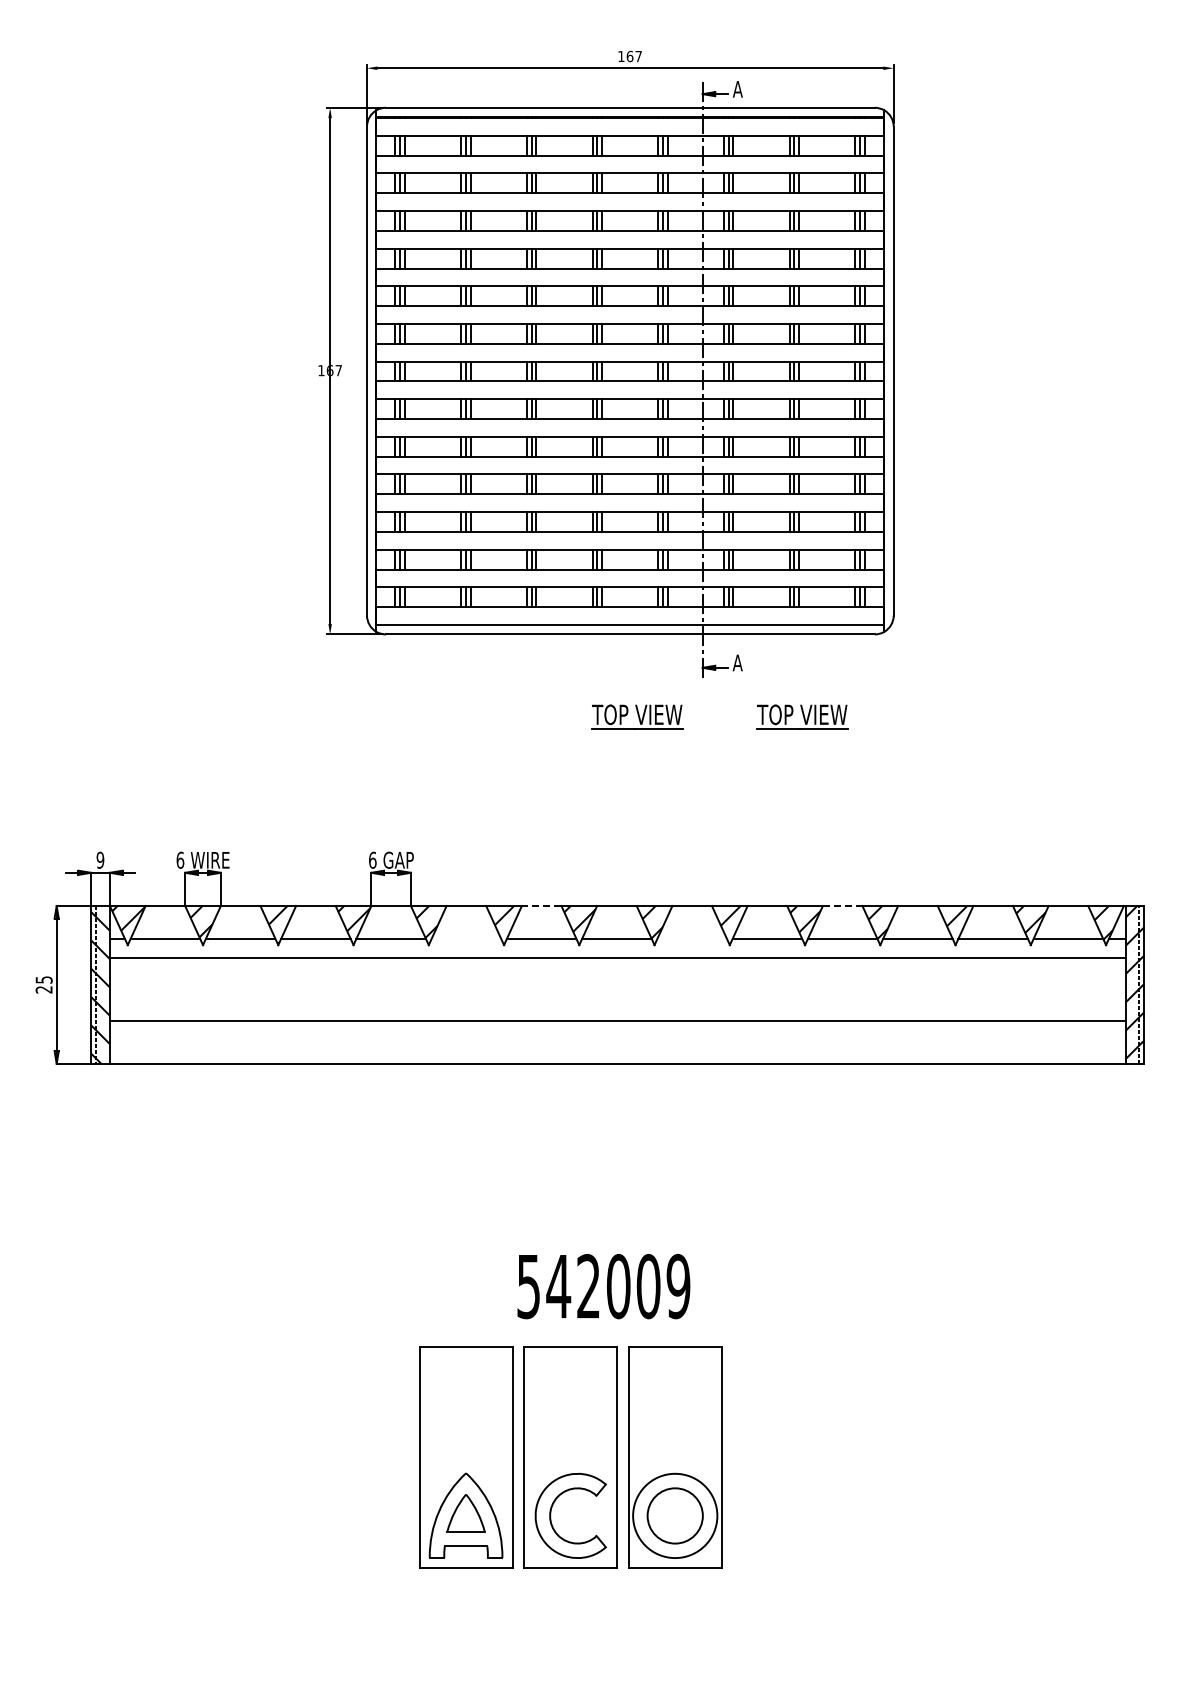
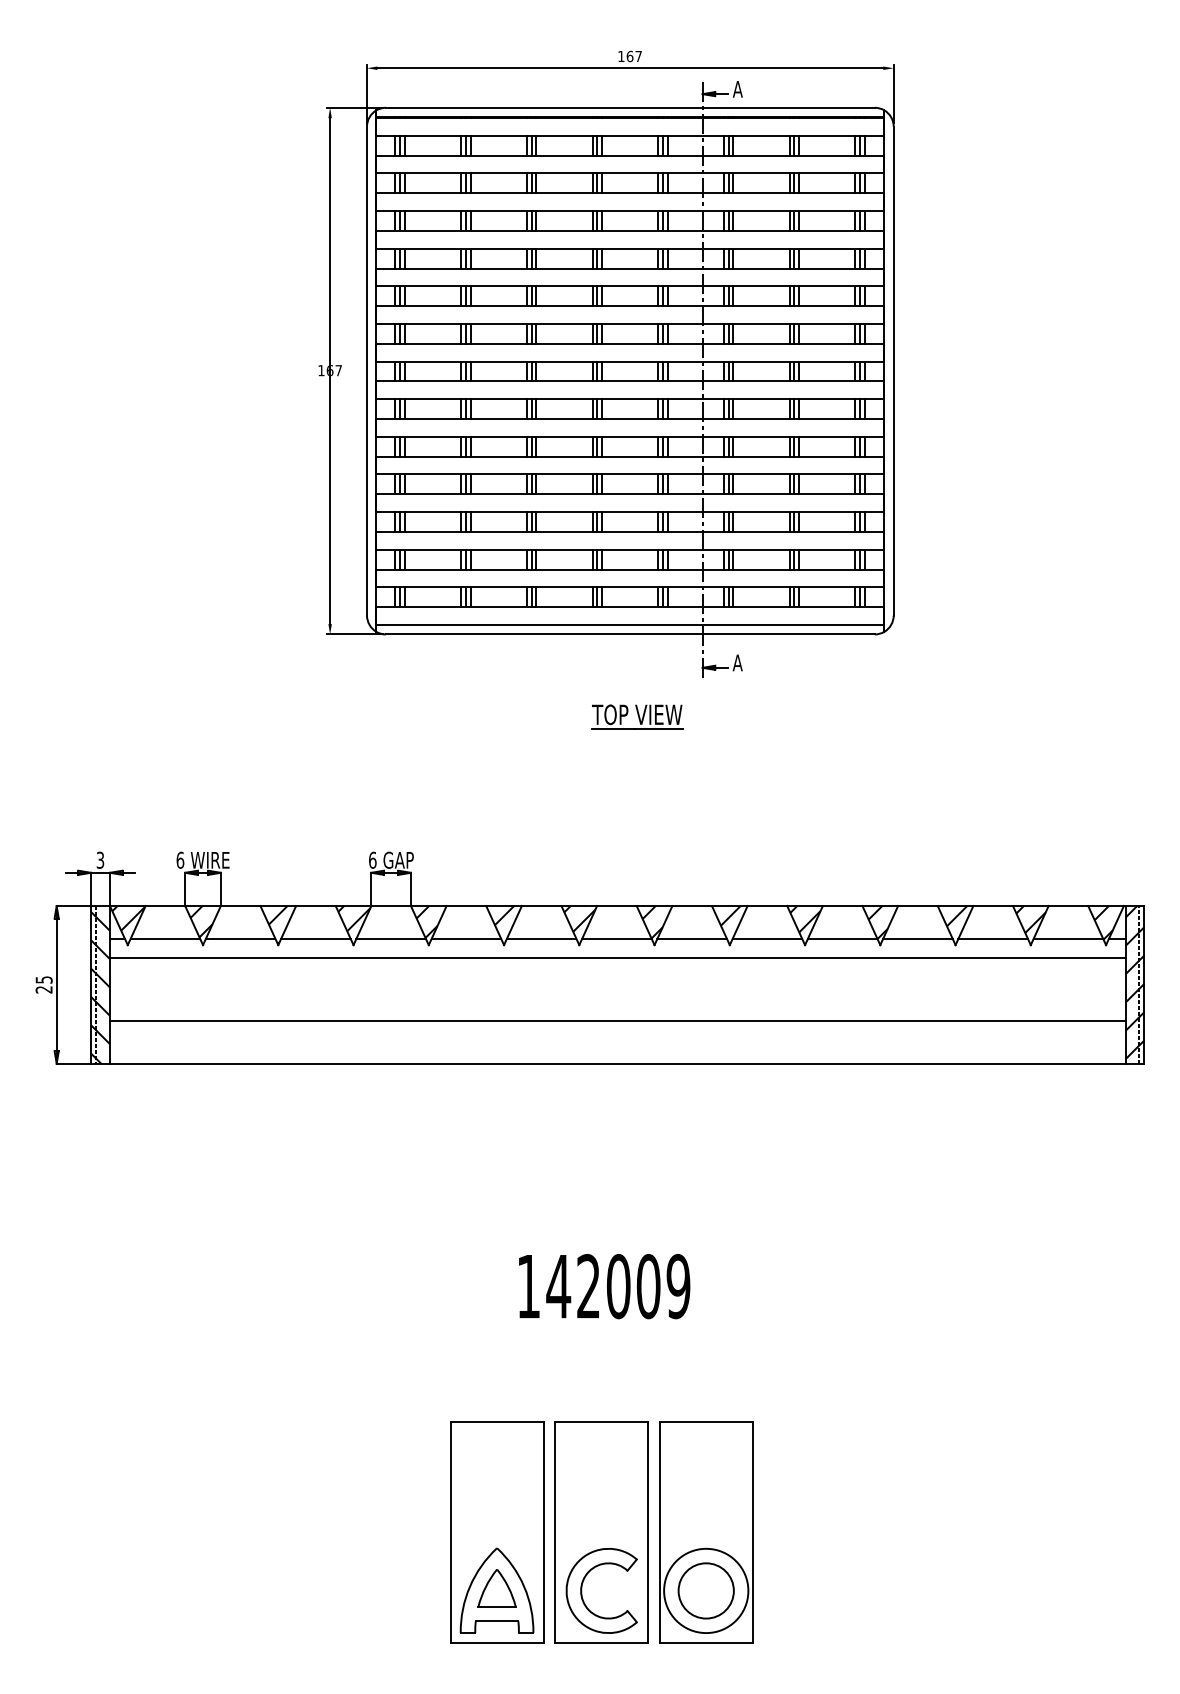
part at (802, 716): present -> none
text at (100, 859): 9 -> 3
line at (541, 906): dashed -> solid
line at (842, 906): dashed -> solid
line at (466, 938): none -> present
line at (691, 938): none -> present
text at (528, 1287): 542009 -> 142009
part at (570, 1457) position: (570, 1457) -> (601, 1532)
